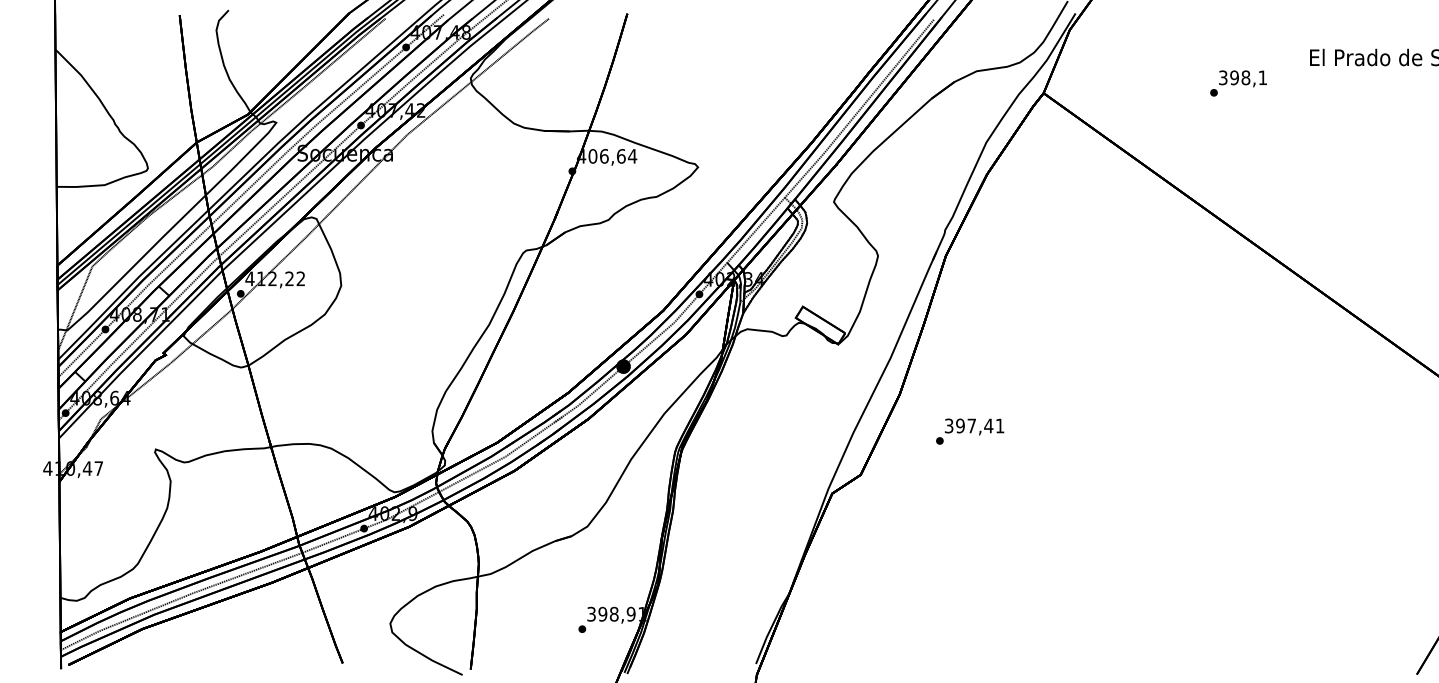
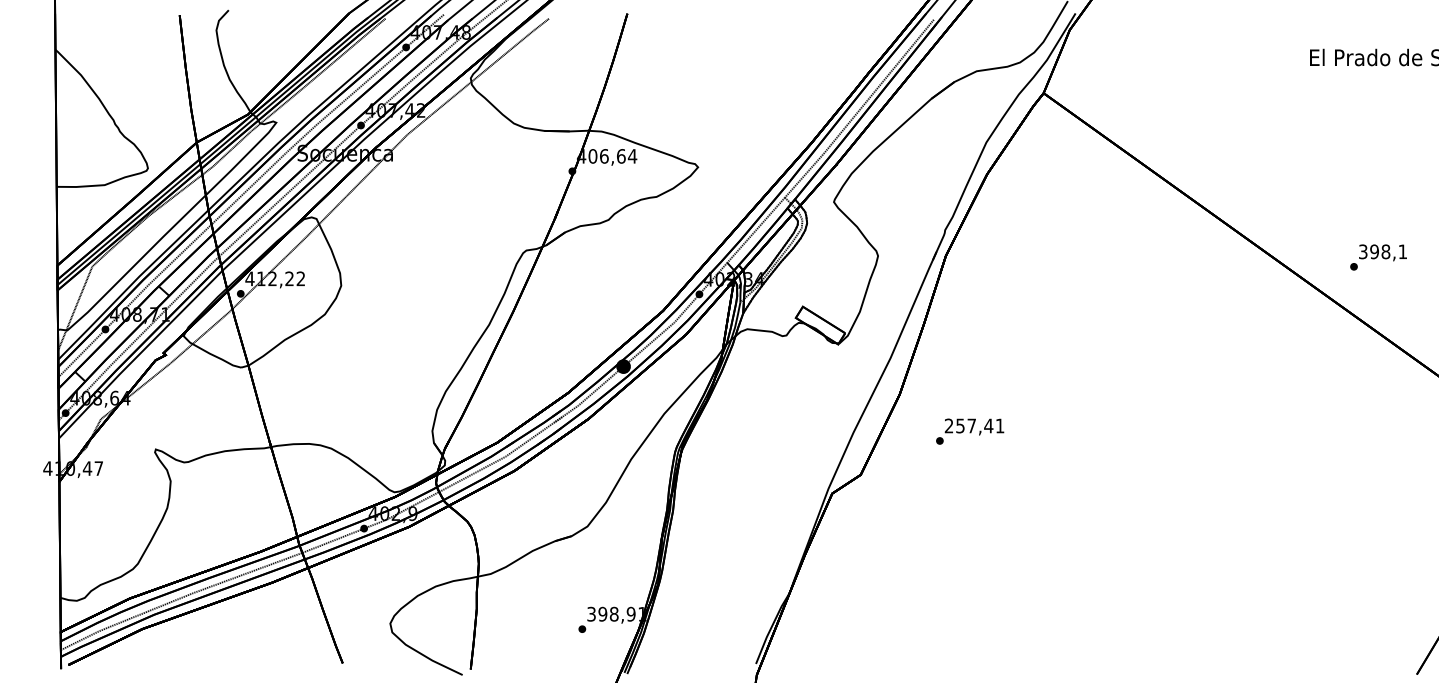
text at (1238, 83) position: (1238, 83) -> (1378, 257)
text at (954, 425): 397,41 -> 257,41
